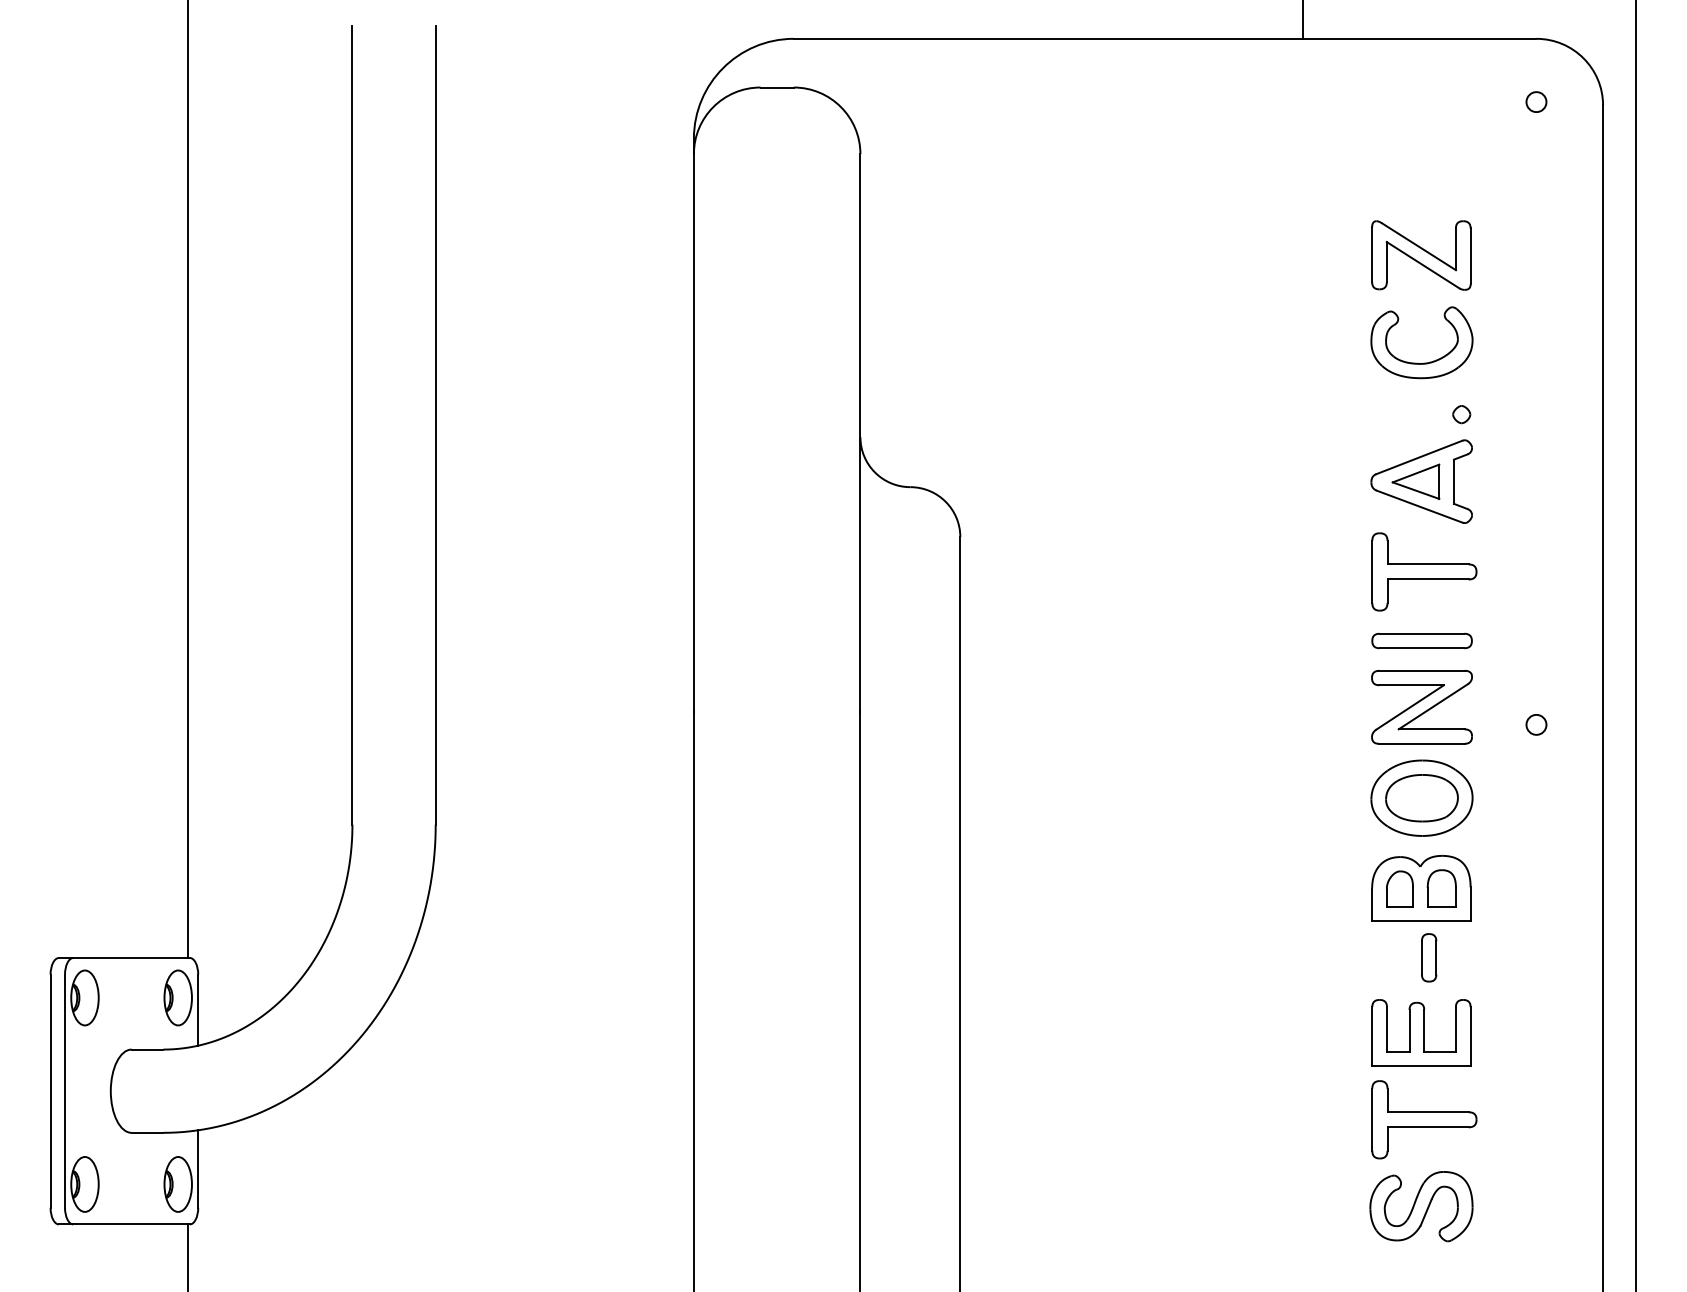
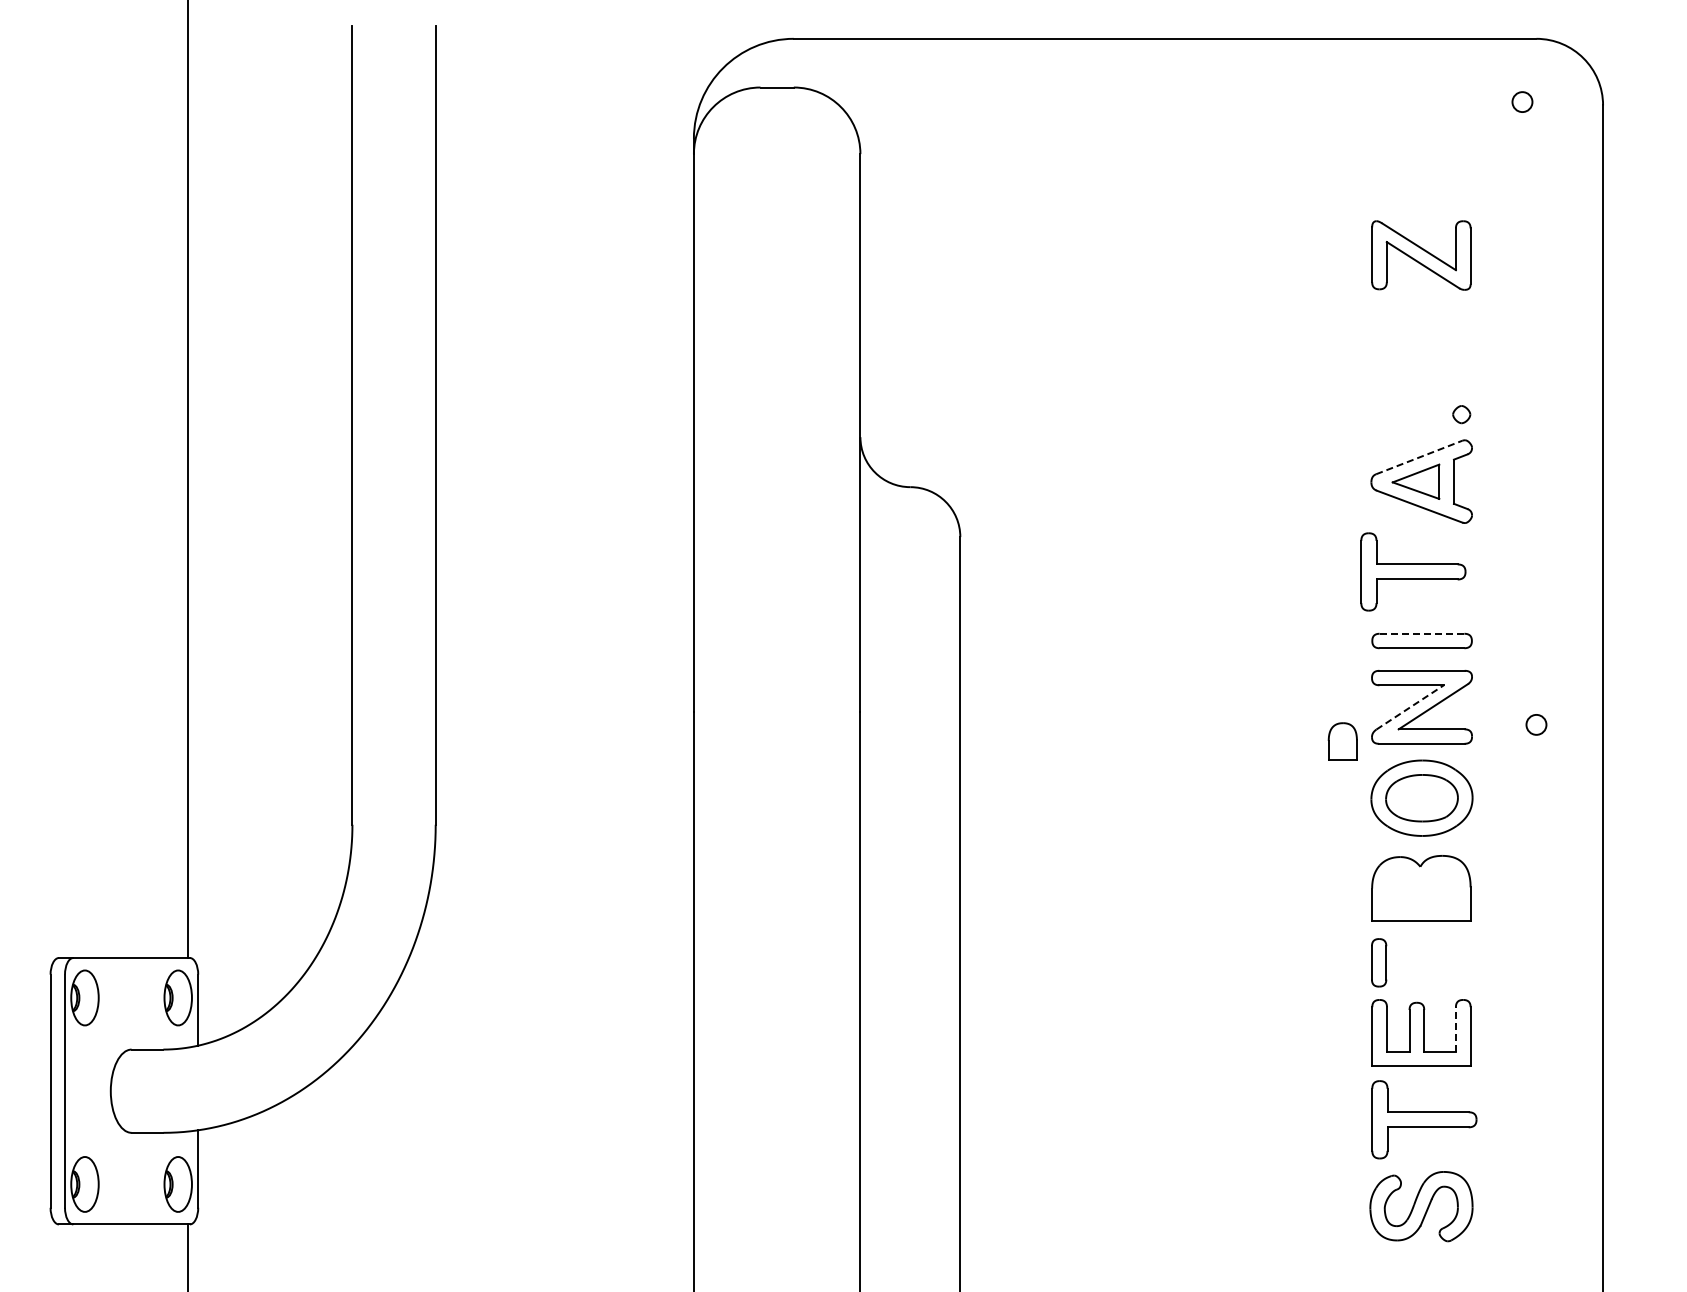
line at (1303, 20): present -> none
circle at (1536, 101) position: (1536, 101) -> (1522, 101)
part at (1423, 362): present -> none
line at (1419, 457): solid -> dashed
part at (1424, 571) position: (1424, 571) -> (1413, 571)
line at (1422, 633): solid -> dashed
line at (1636, 645): present -> none
line at (1410, 707): solid -> dashed
part at (1399, 888): present -> none
part at (1441, 888) position: (1441, 888) -> (1342, 741)
part at (1429, 957) position: (1429, 957) -> (1379, 962)
line at (1455, 1029): solid -> dashed
